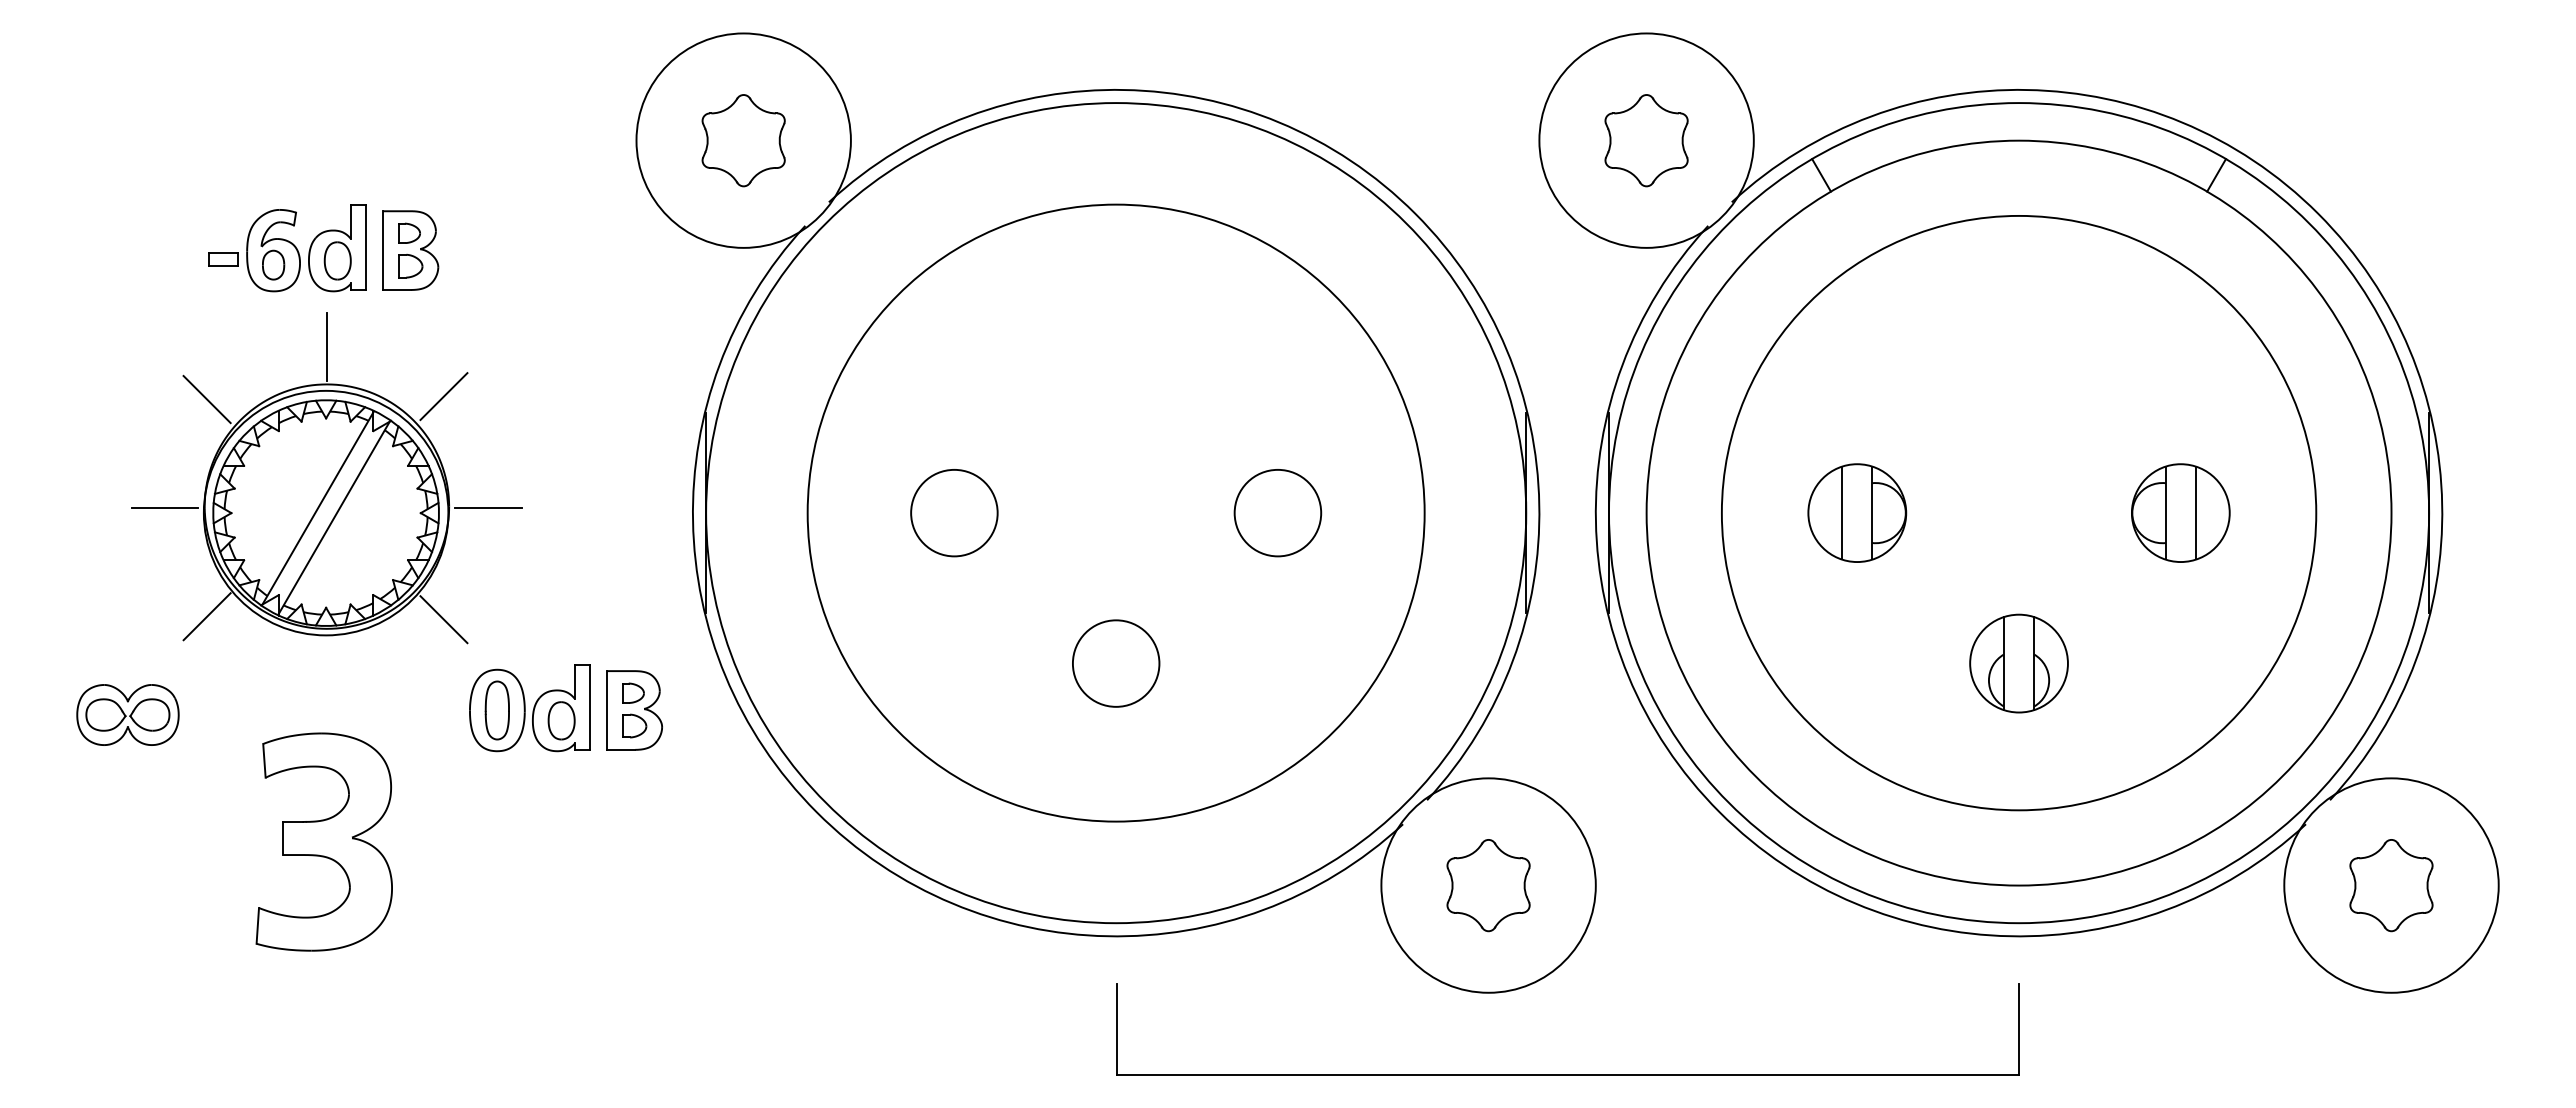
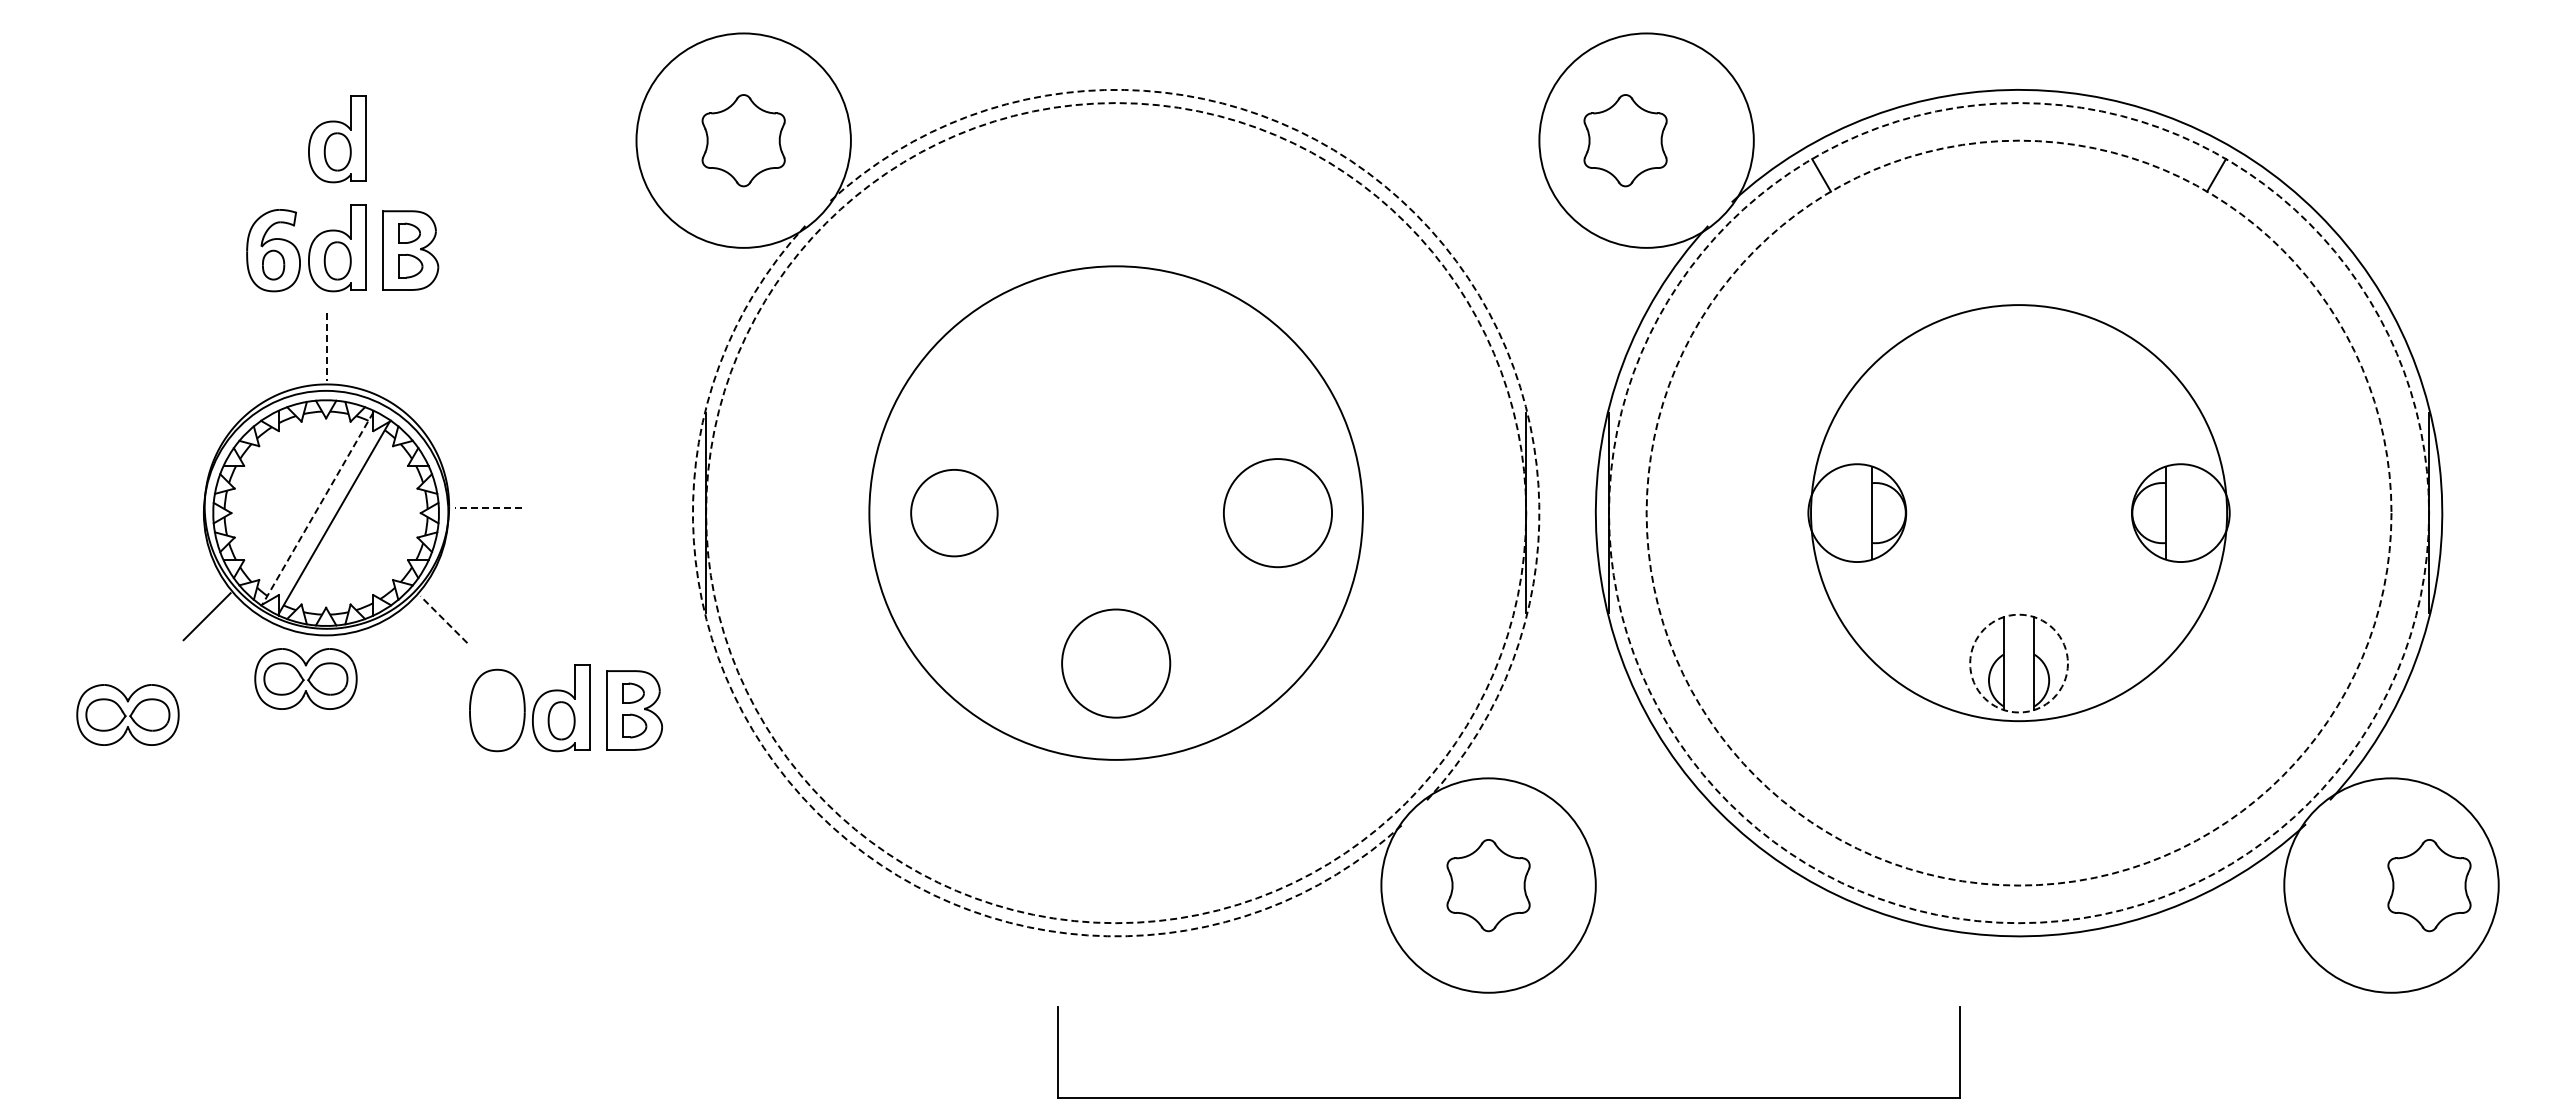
part at (337, 139): none -> present
part at (1646, 140) position: (1646, 140) -> (1625, 140)
arc at (1415, 213): solid -> dashed
part at (223, 259): present -> none
line at (326, 346): solid -> dashed
line at (443, 396): present -> none
line at (206, 399): present -> none
line at (164, 508): present -> none
line at (317, 508): solid -> dashed
line at (488, 508): solid -> dashed
circle at (1115, 512) diameter: 617 px -> 494 px
circle at (1277, 512) diameter: 87 px -> 108 px
line at (1842, 512): present -> none
circle at (2018, 512) diameter: 594 px -> 416 px
circle at (2018, 512): solid -> dashed
line at (2195, 512): present -> none
circle at (1116, 513): solid -> dashed
circle at (2019, 513): solid -> dashed
line at (443, 619): solid -> dashed
circle at (1115, 663) diameter: 87 px -> 108 px
circle at (2018, 663): solid -> dashed
part at (305, 678): none -> present
part at (496, 710): present -> none
arc at (816, 812): solid -> dashed
part at (323, 841): present -> none
part at (2391, 885) position: (2391, 885) -> (2429, 885)
part at (1567, 1074) position: (1567, 1074) -> (1508, 1097)
